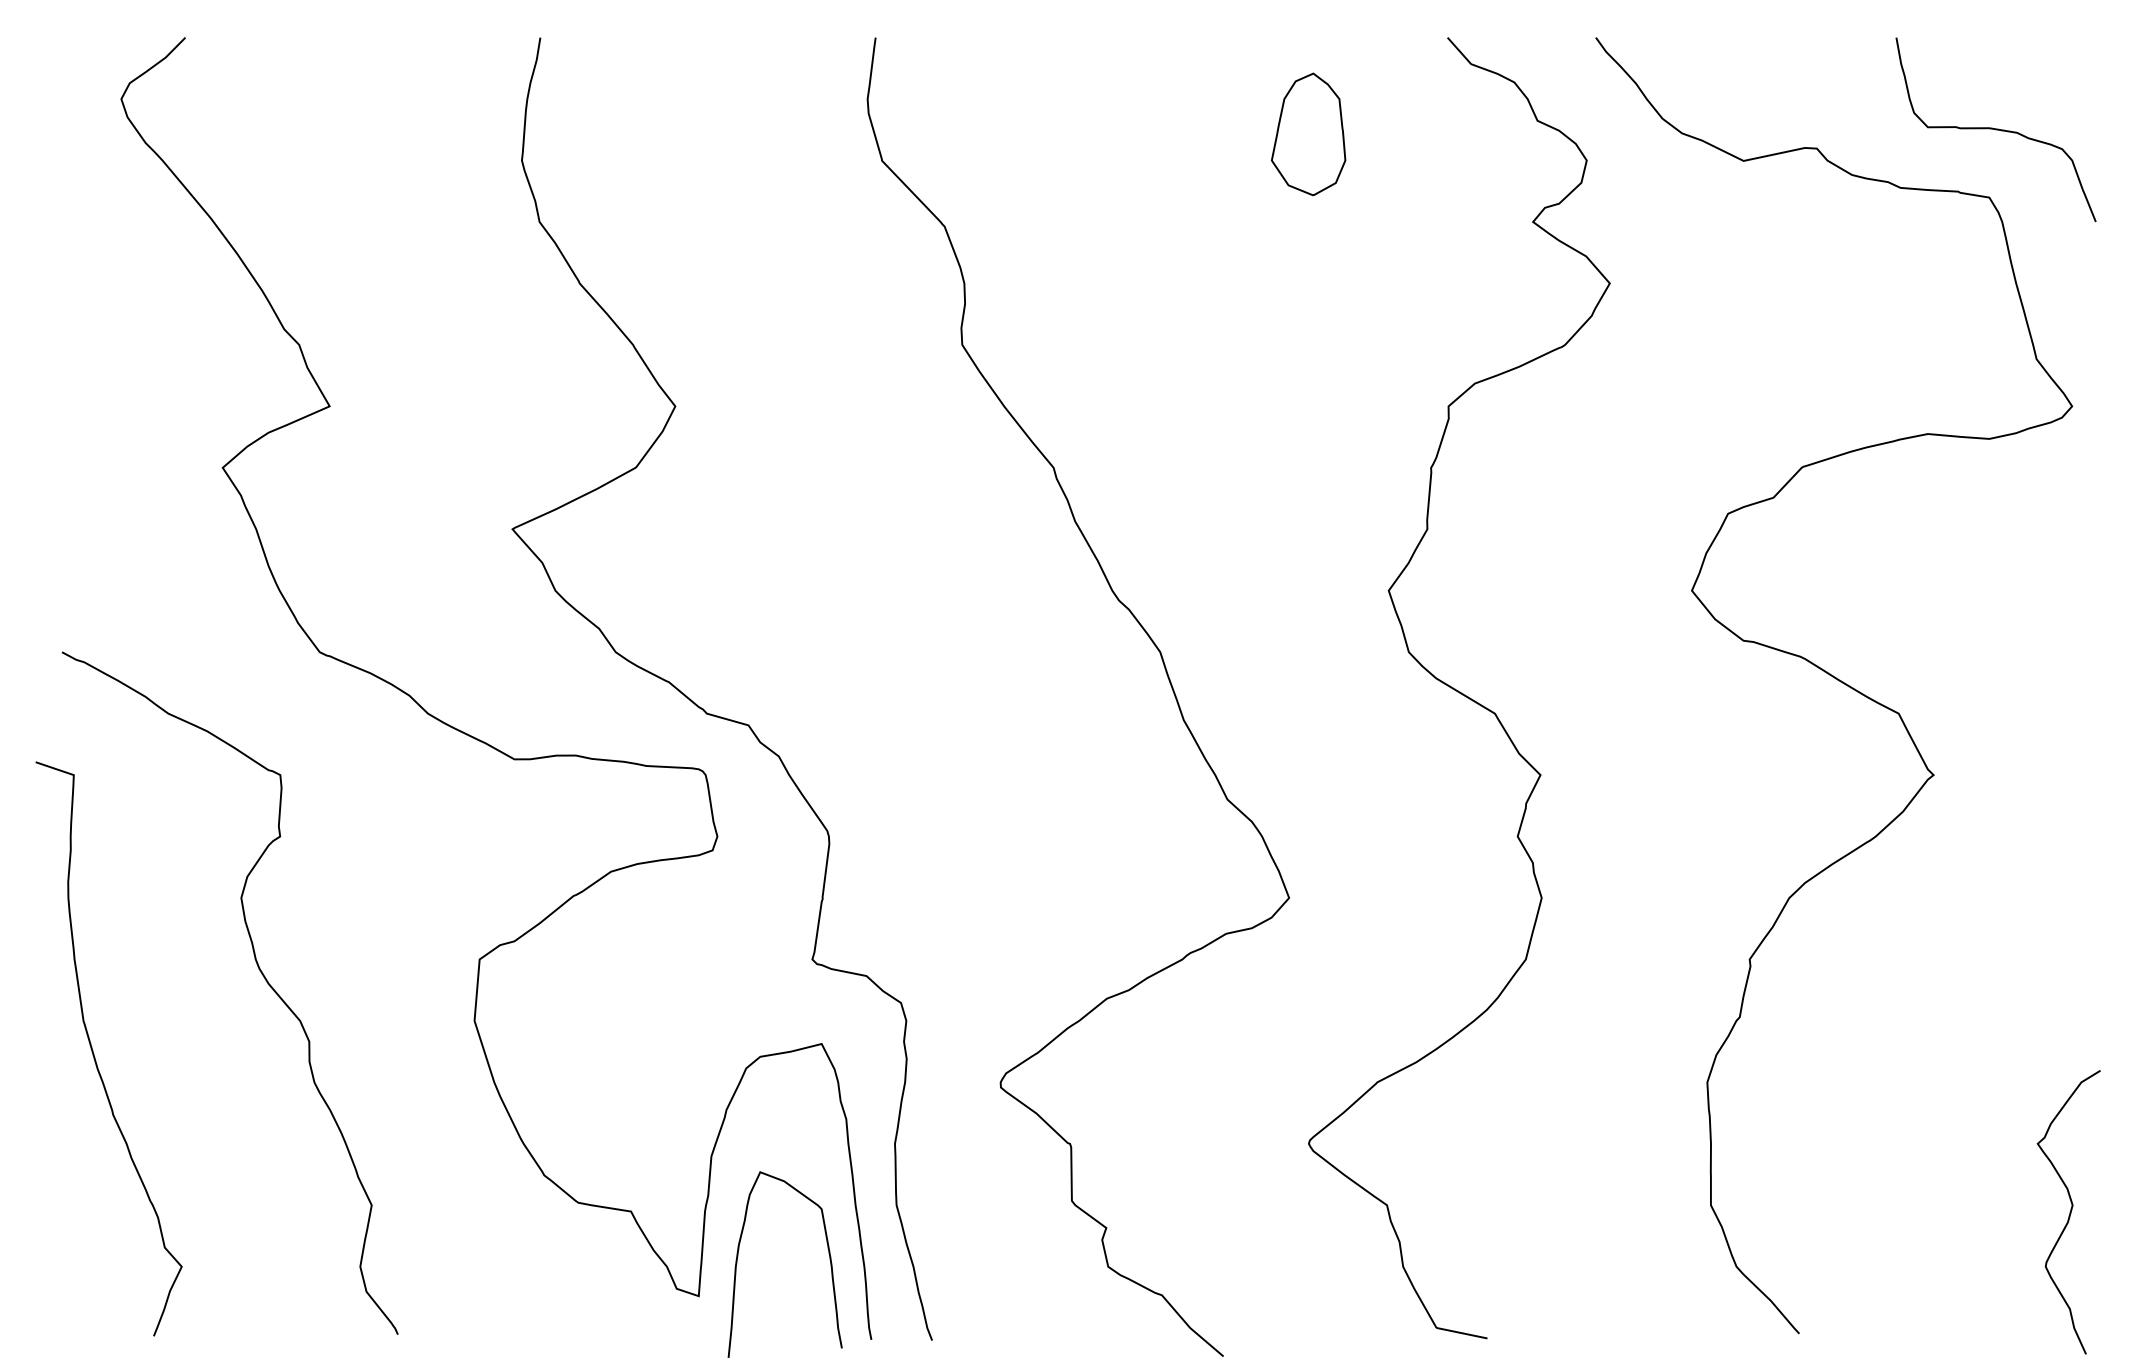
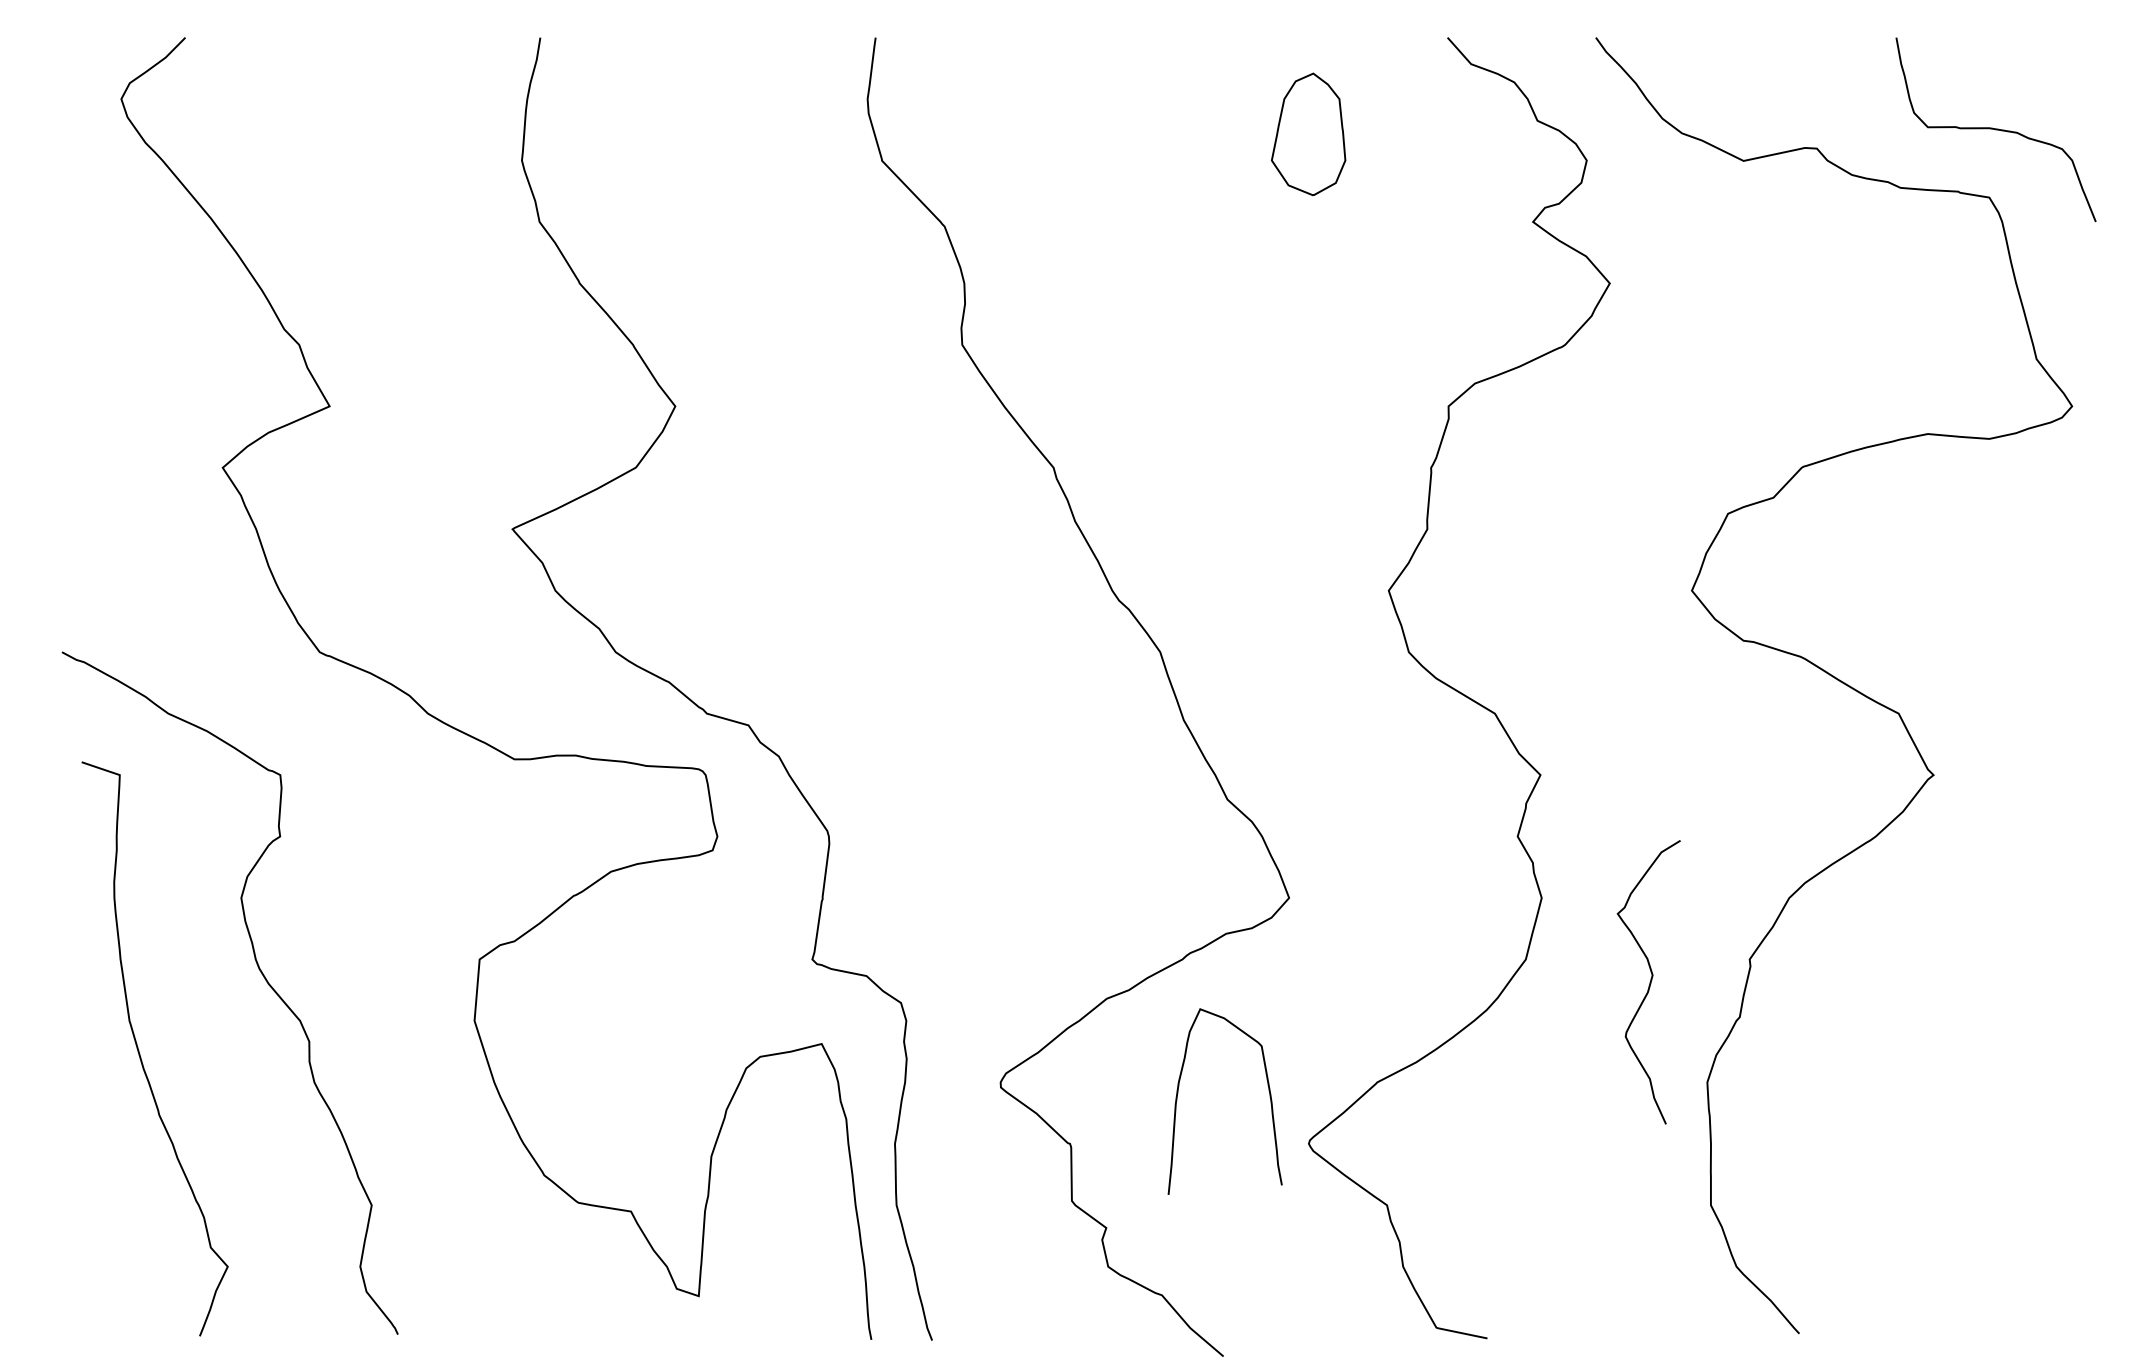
curve at (94, 1053) position: (94, 1053) -> (140, 1053)
curve at (2069, 1212) position: (2069, 1212) -> (1649, 982)
curve at (828, 1254) position: (828, 1254) -> (1268, 1091)
